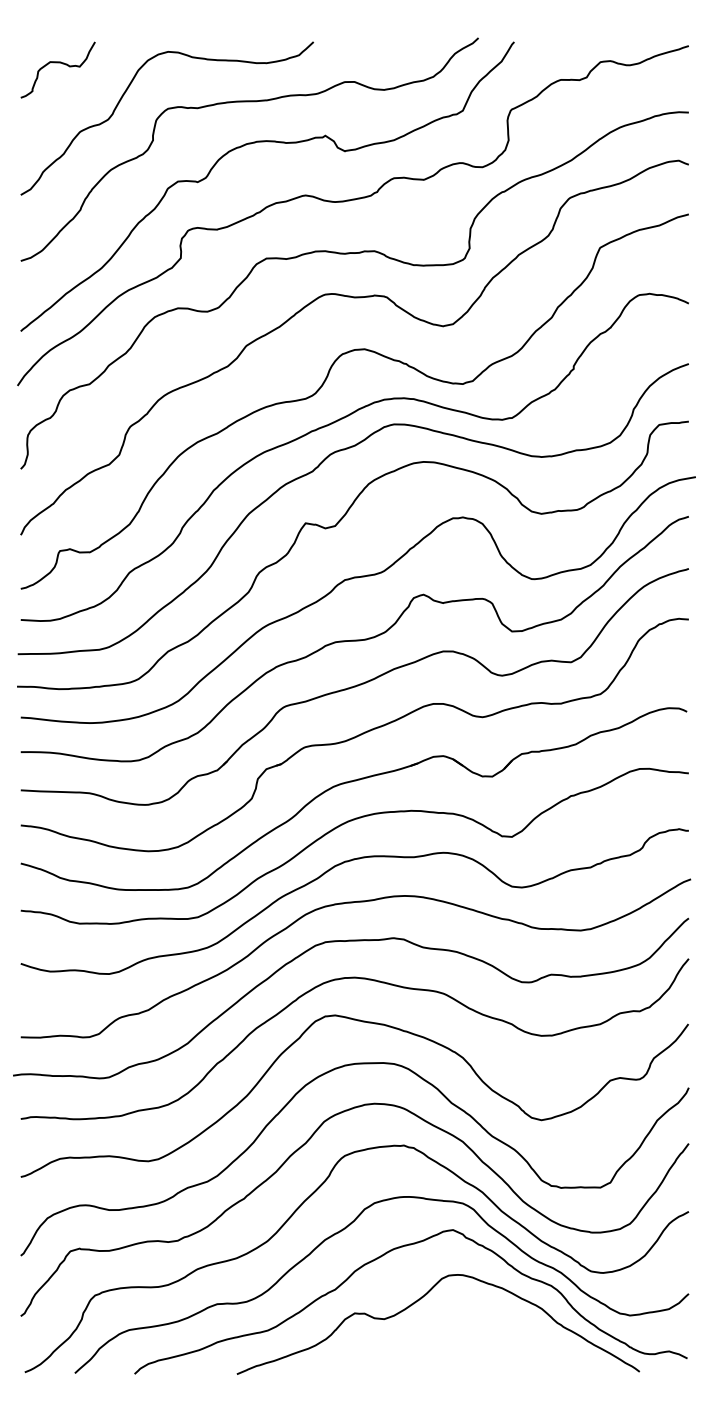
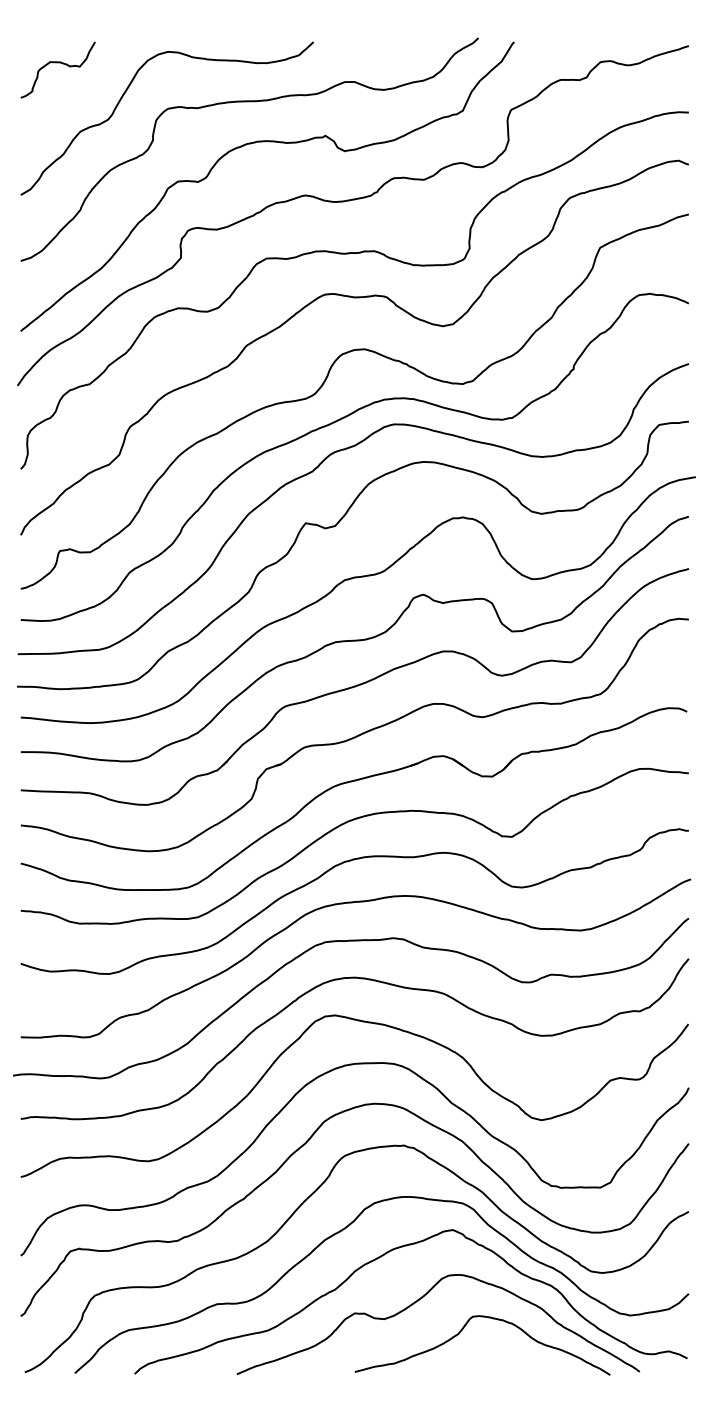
curve at (463, 1329): none -> present
